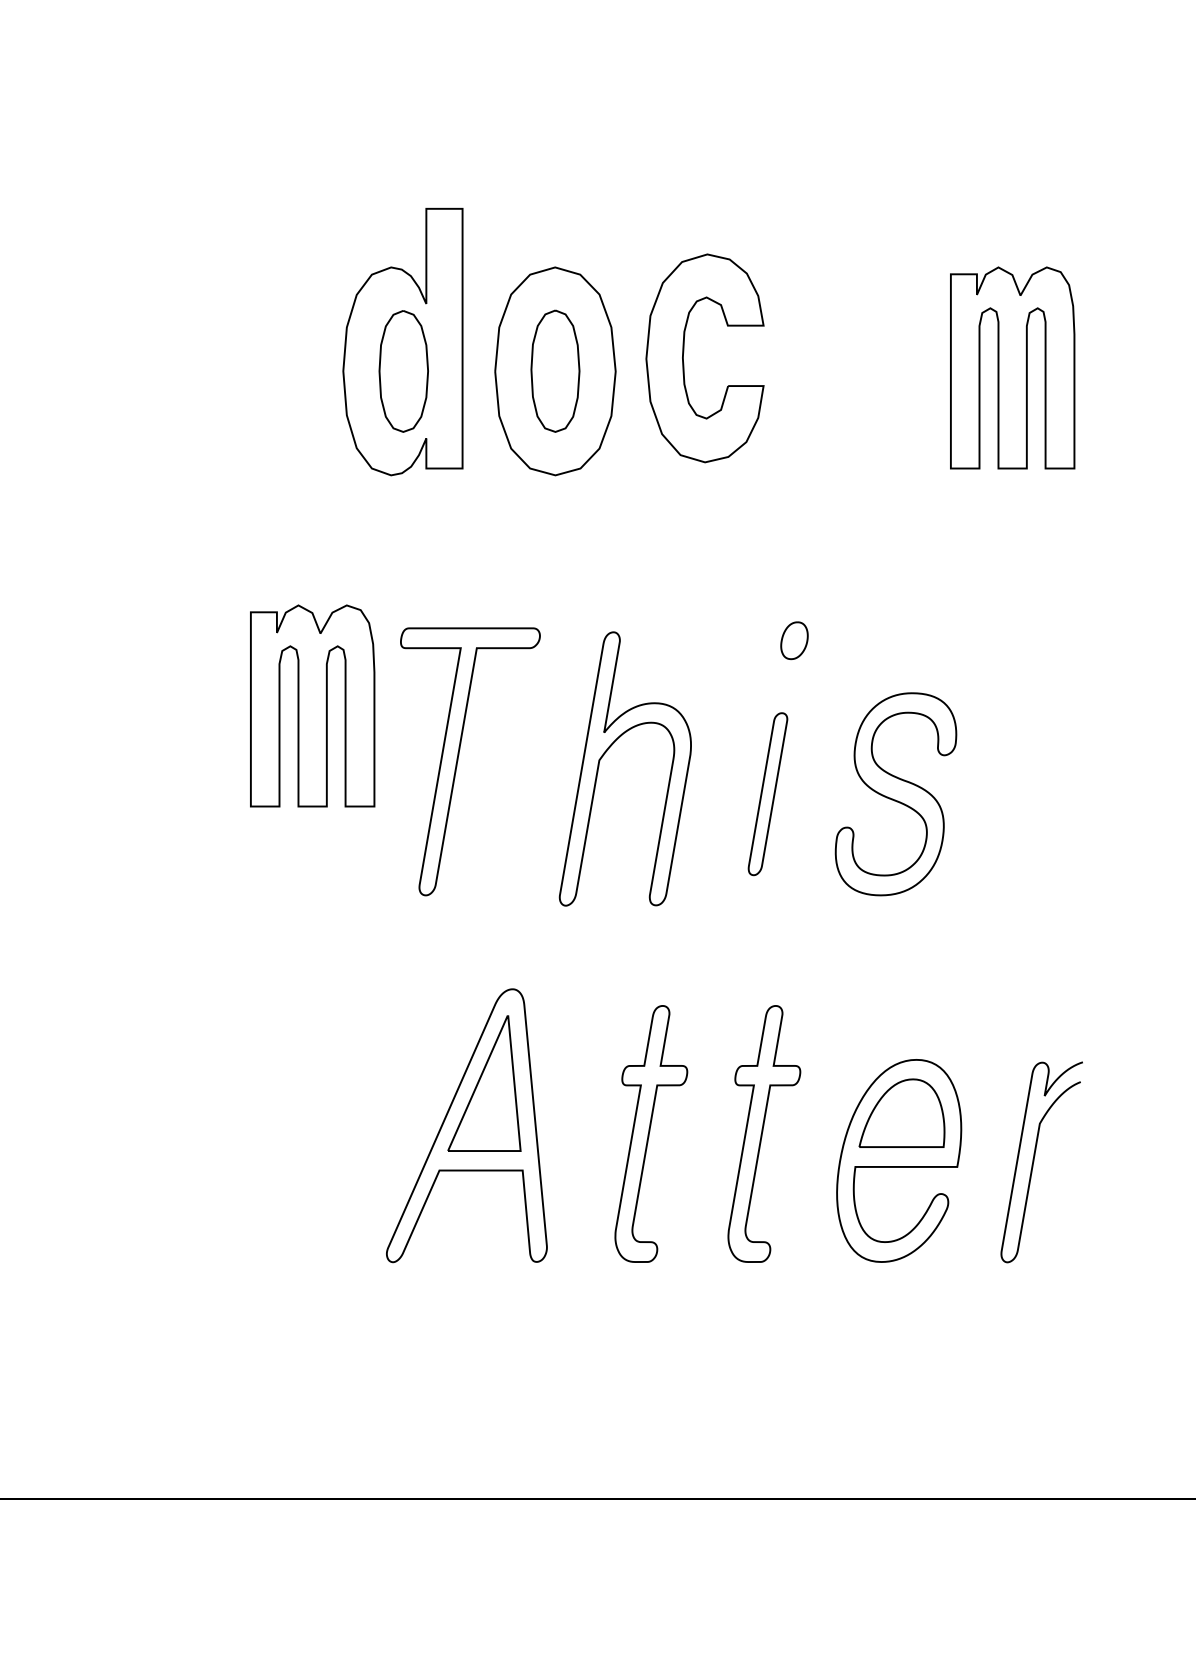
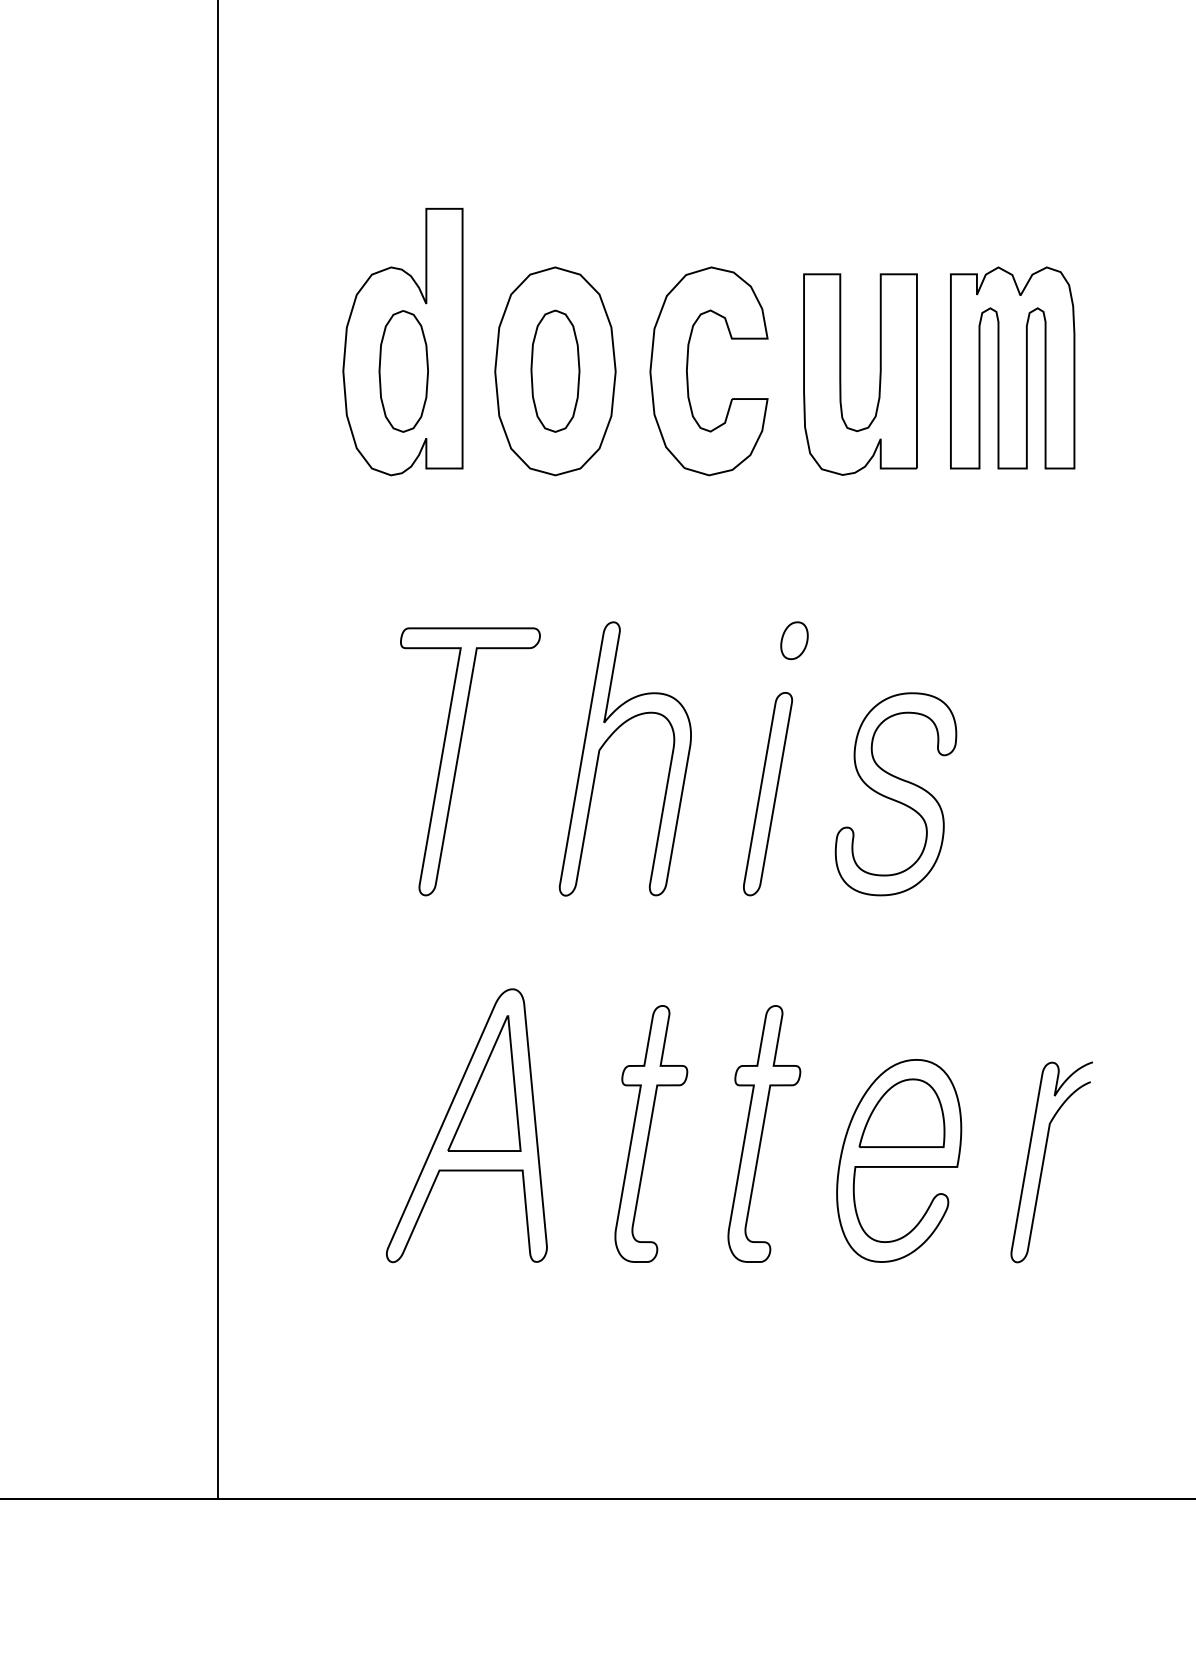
part at (684, 363) position: (684, 363) -> (688, 376)
part at (841, 374): none -> present
part at (312, 705): present -> none
line at (217, 750): none -> present
part at (604, 755) position: (604, 755) -> (604, 745)
part at (767, 794) size: 42x165 px -> 50x205 px
curve at (1034, 1161) position: (1034, 1161) -> (1044, 1161)
